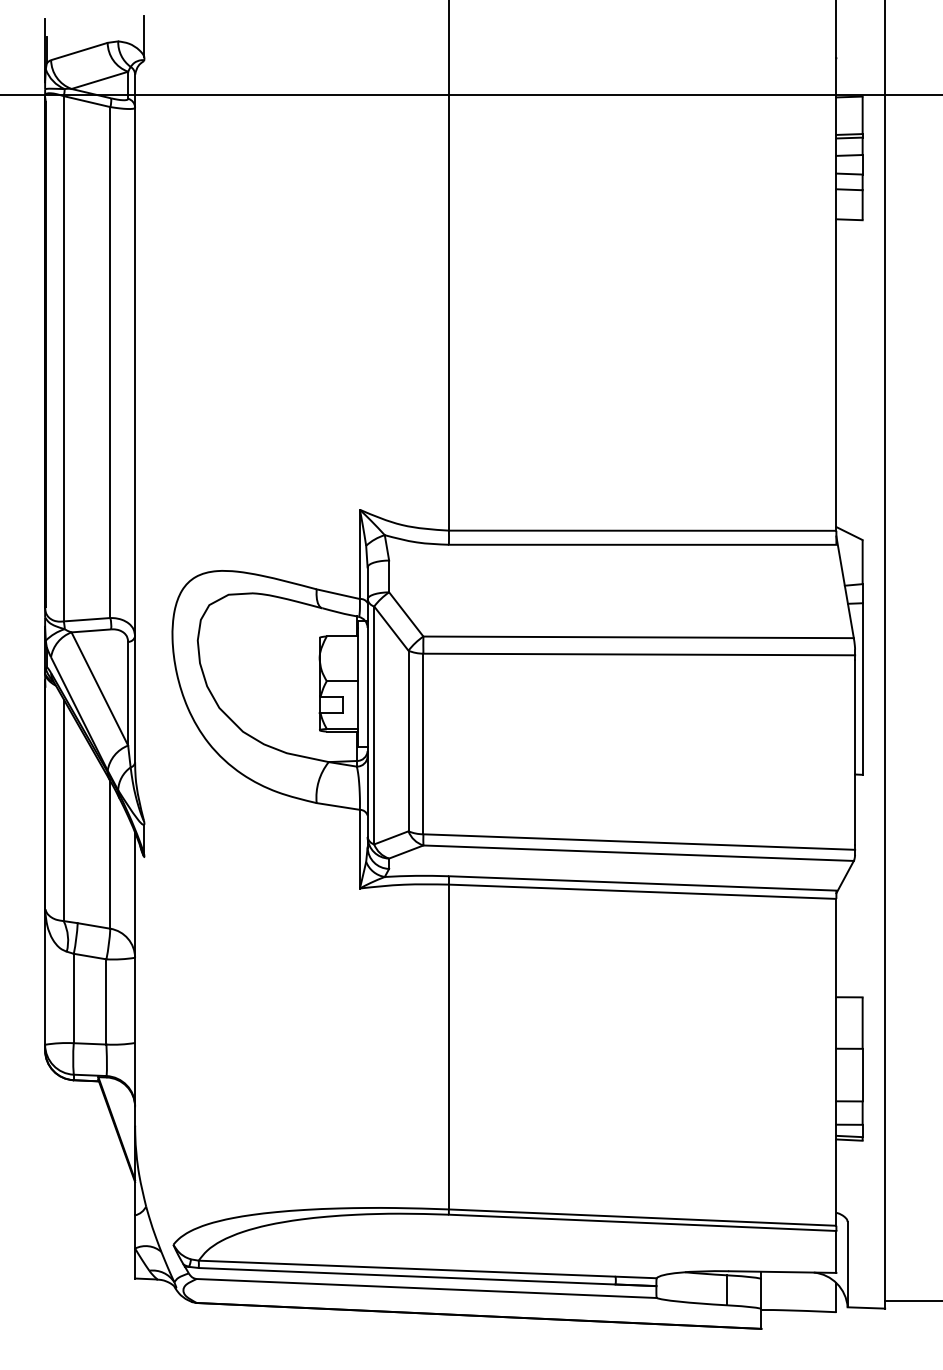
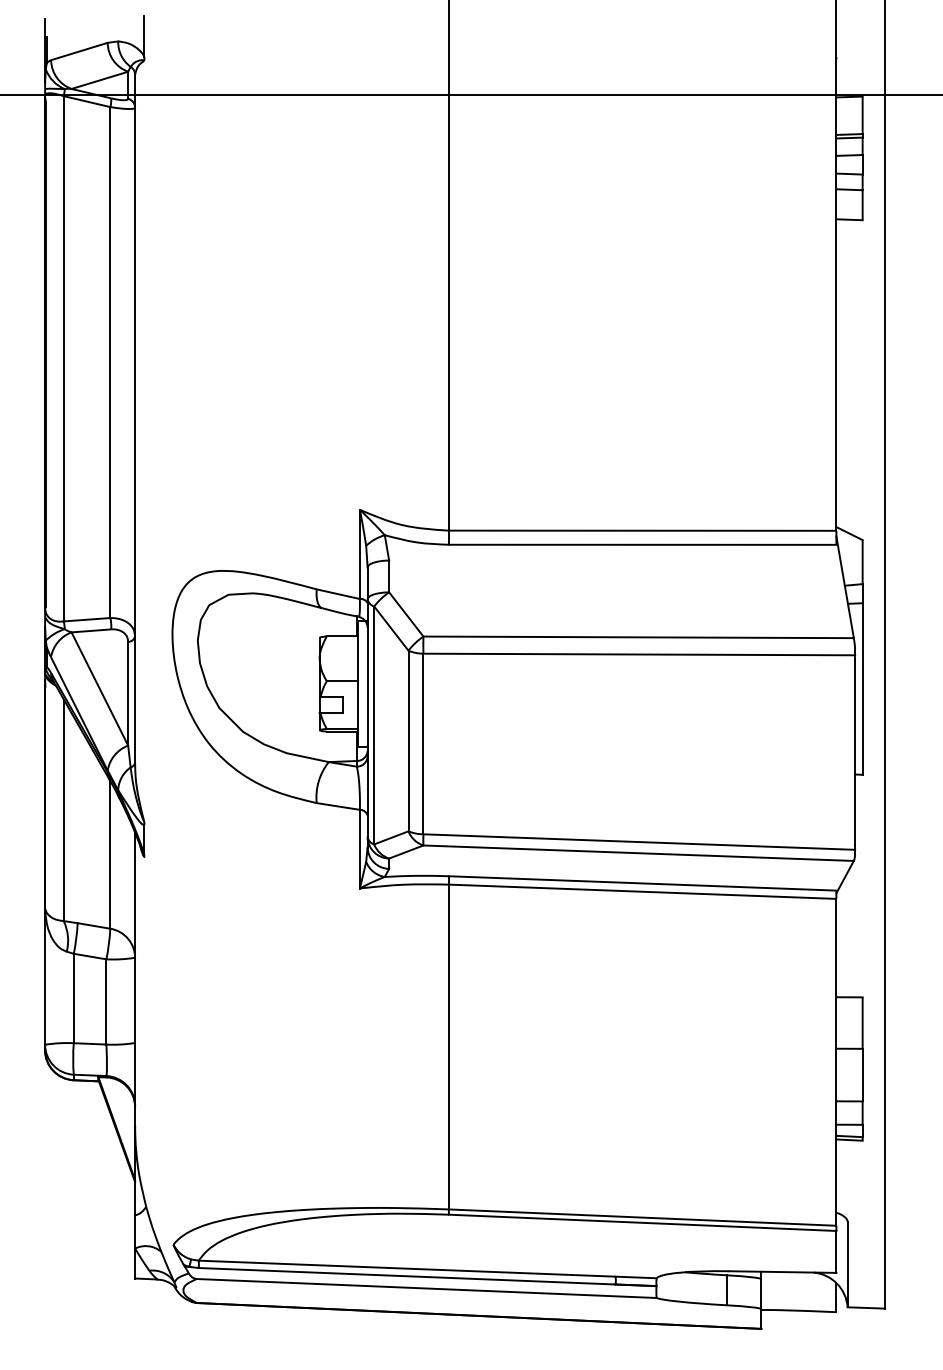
line at (912, 1301): present -> none
